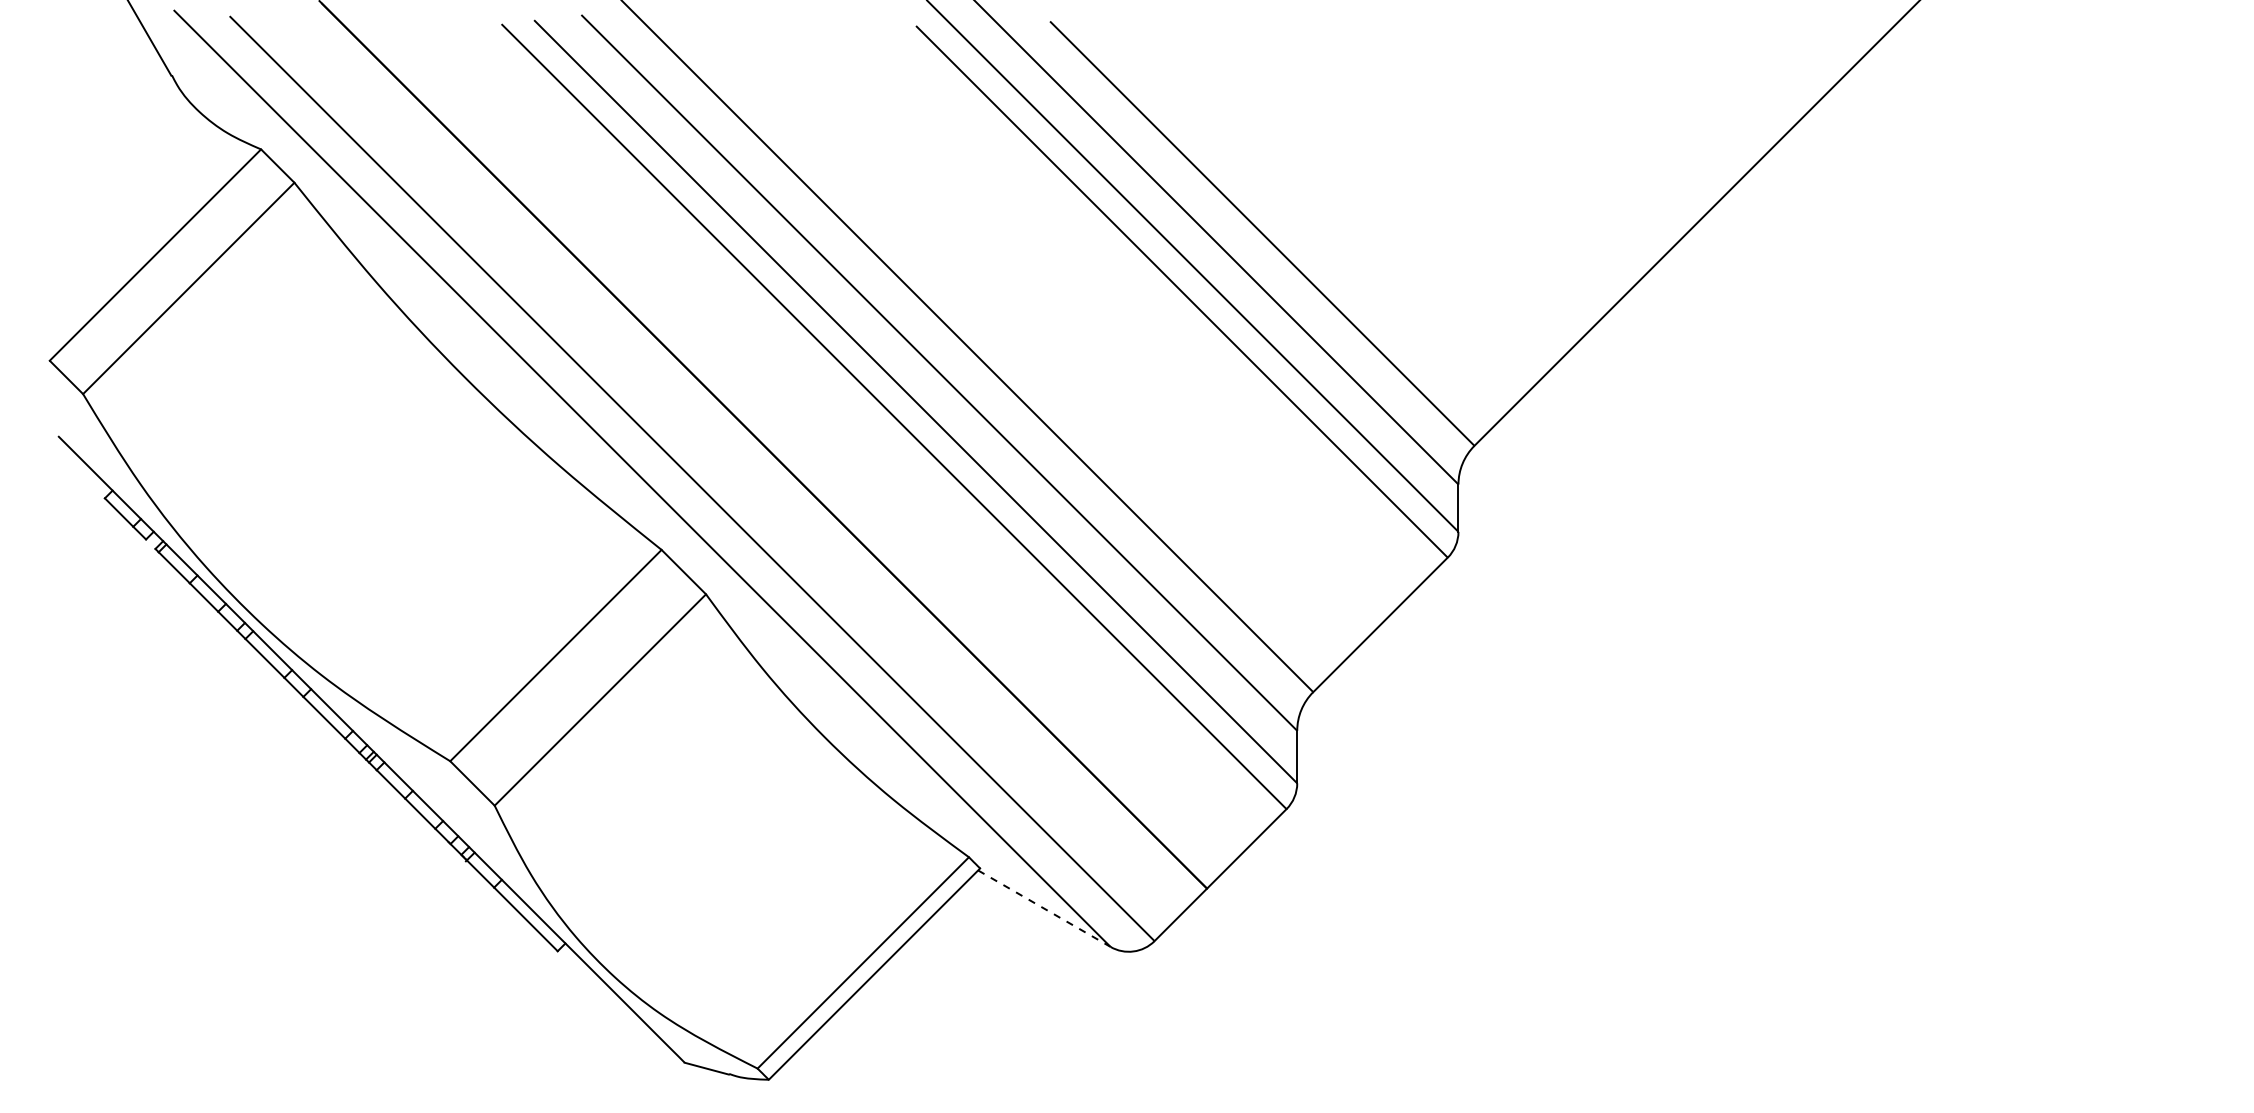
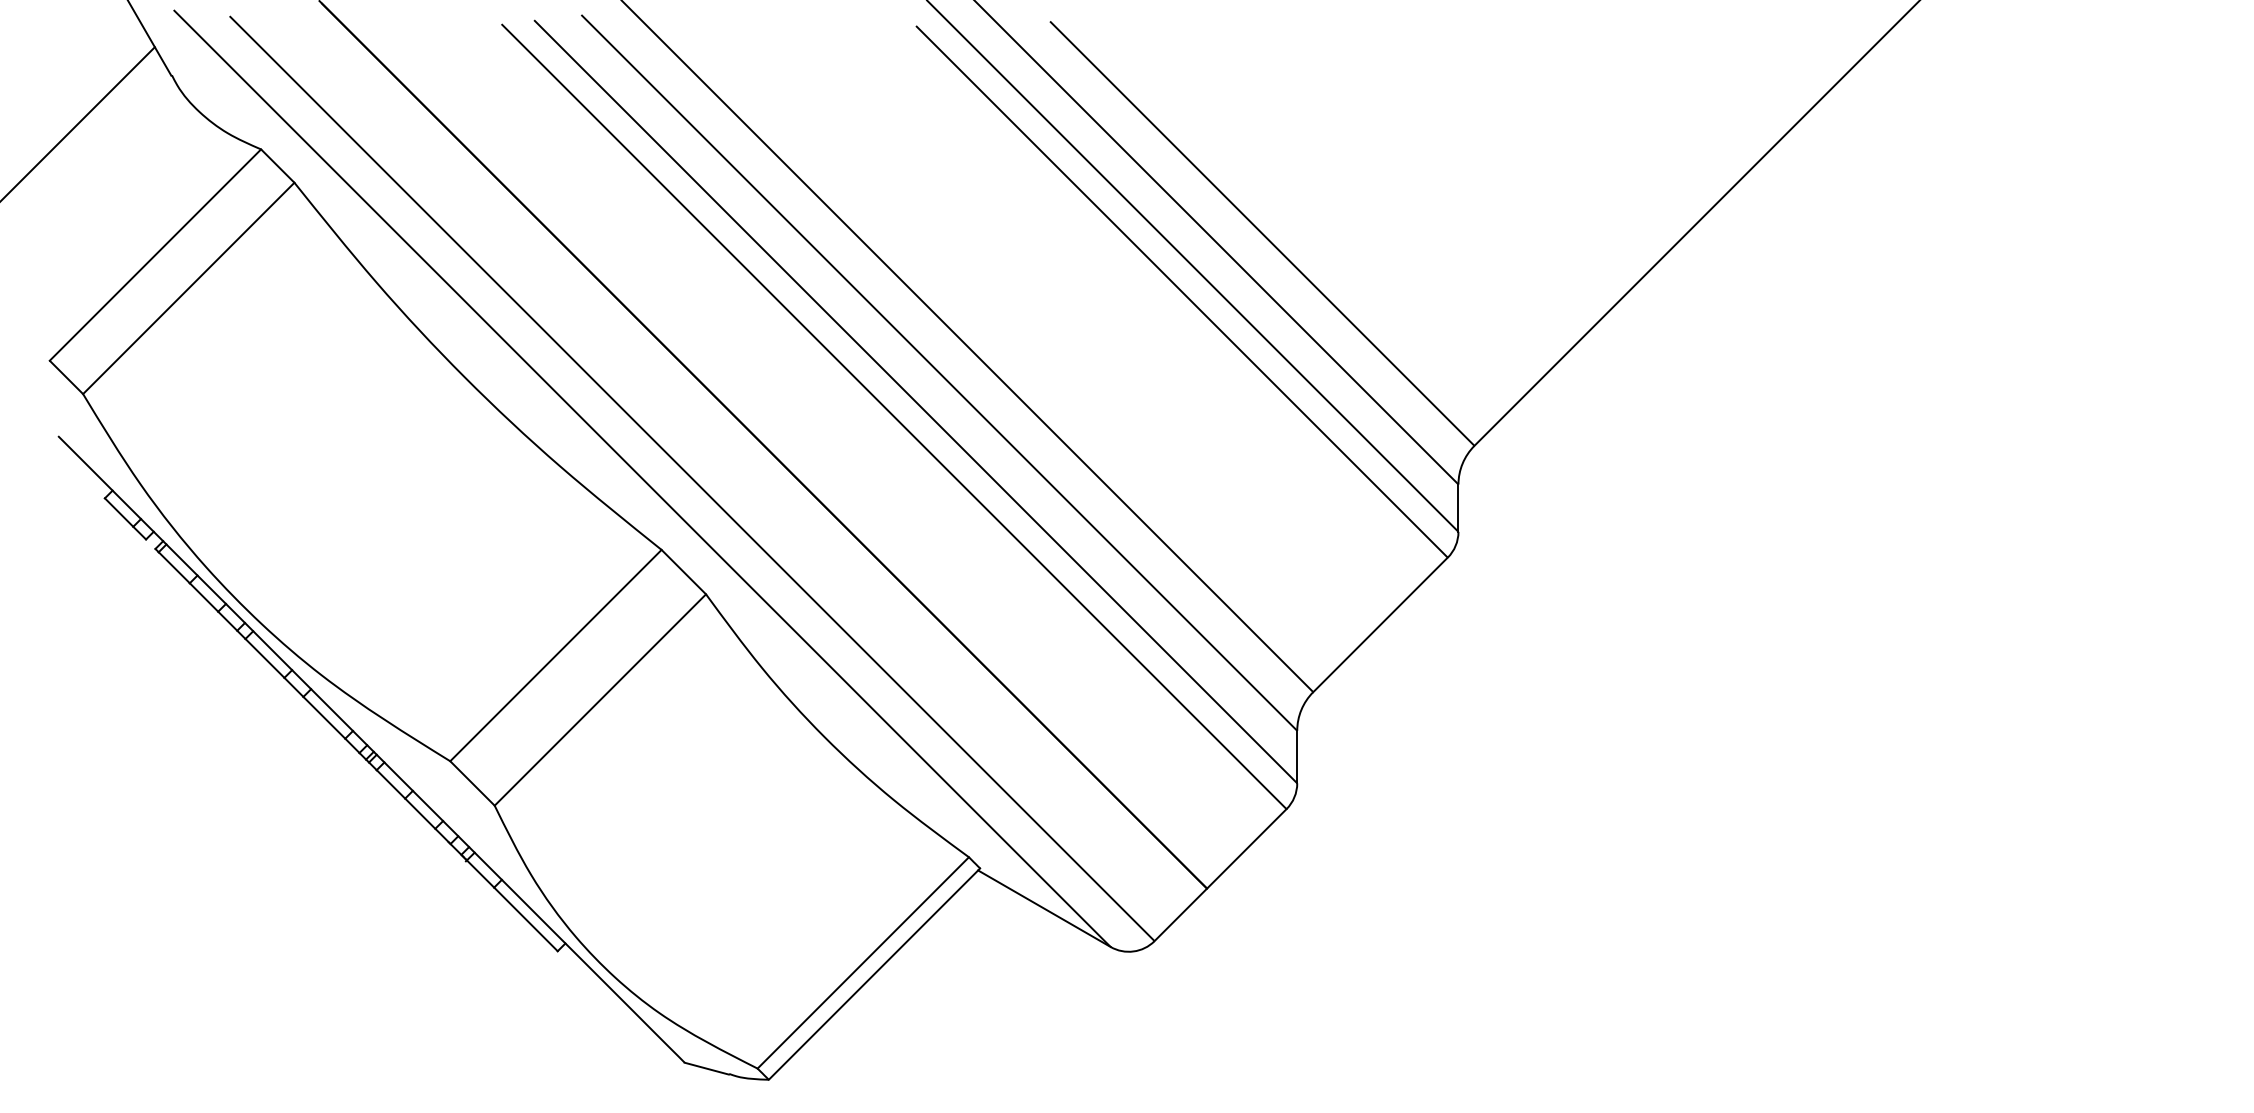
line at (78, 123): none -> present
line at (1044, 908): dashed -> solid
